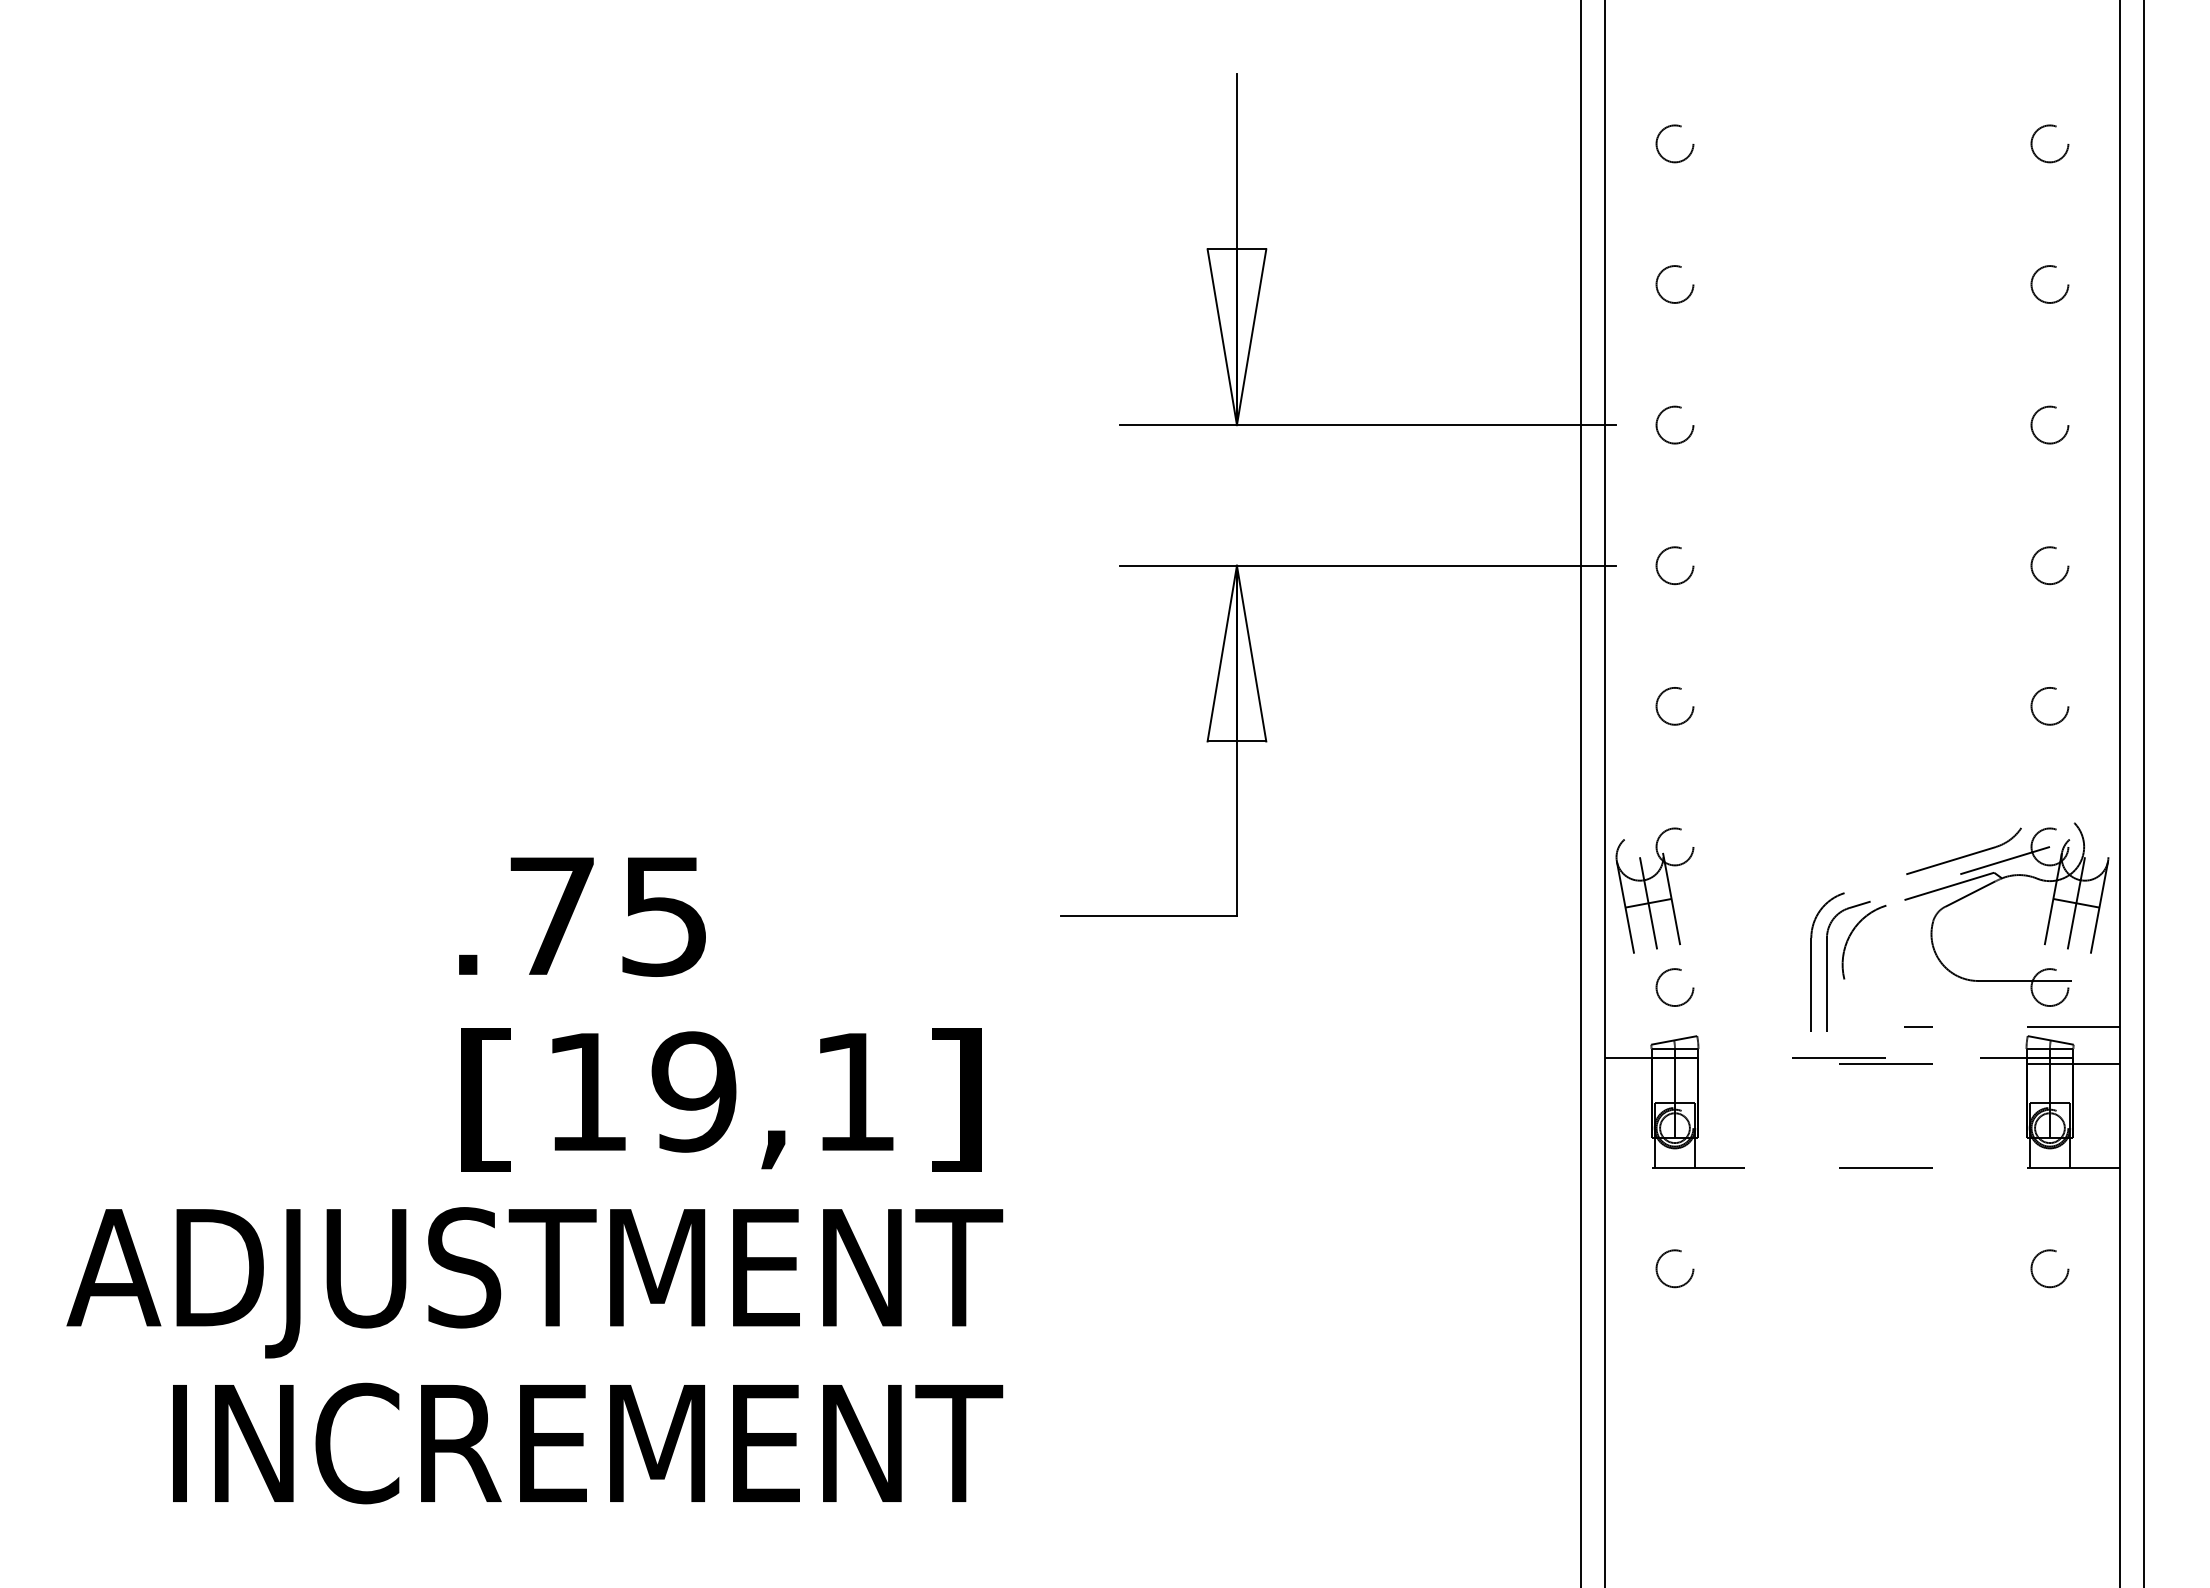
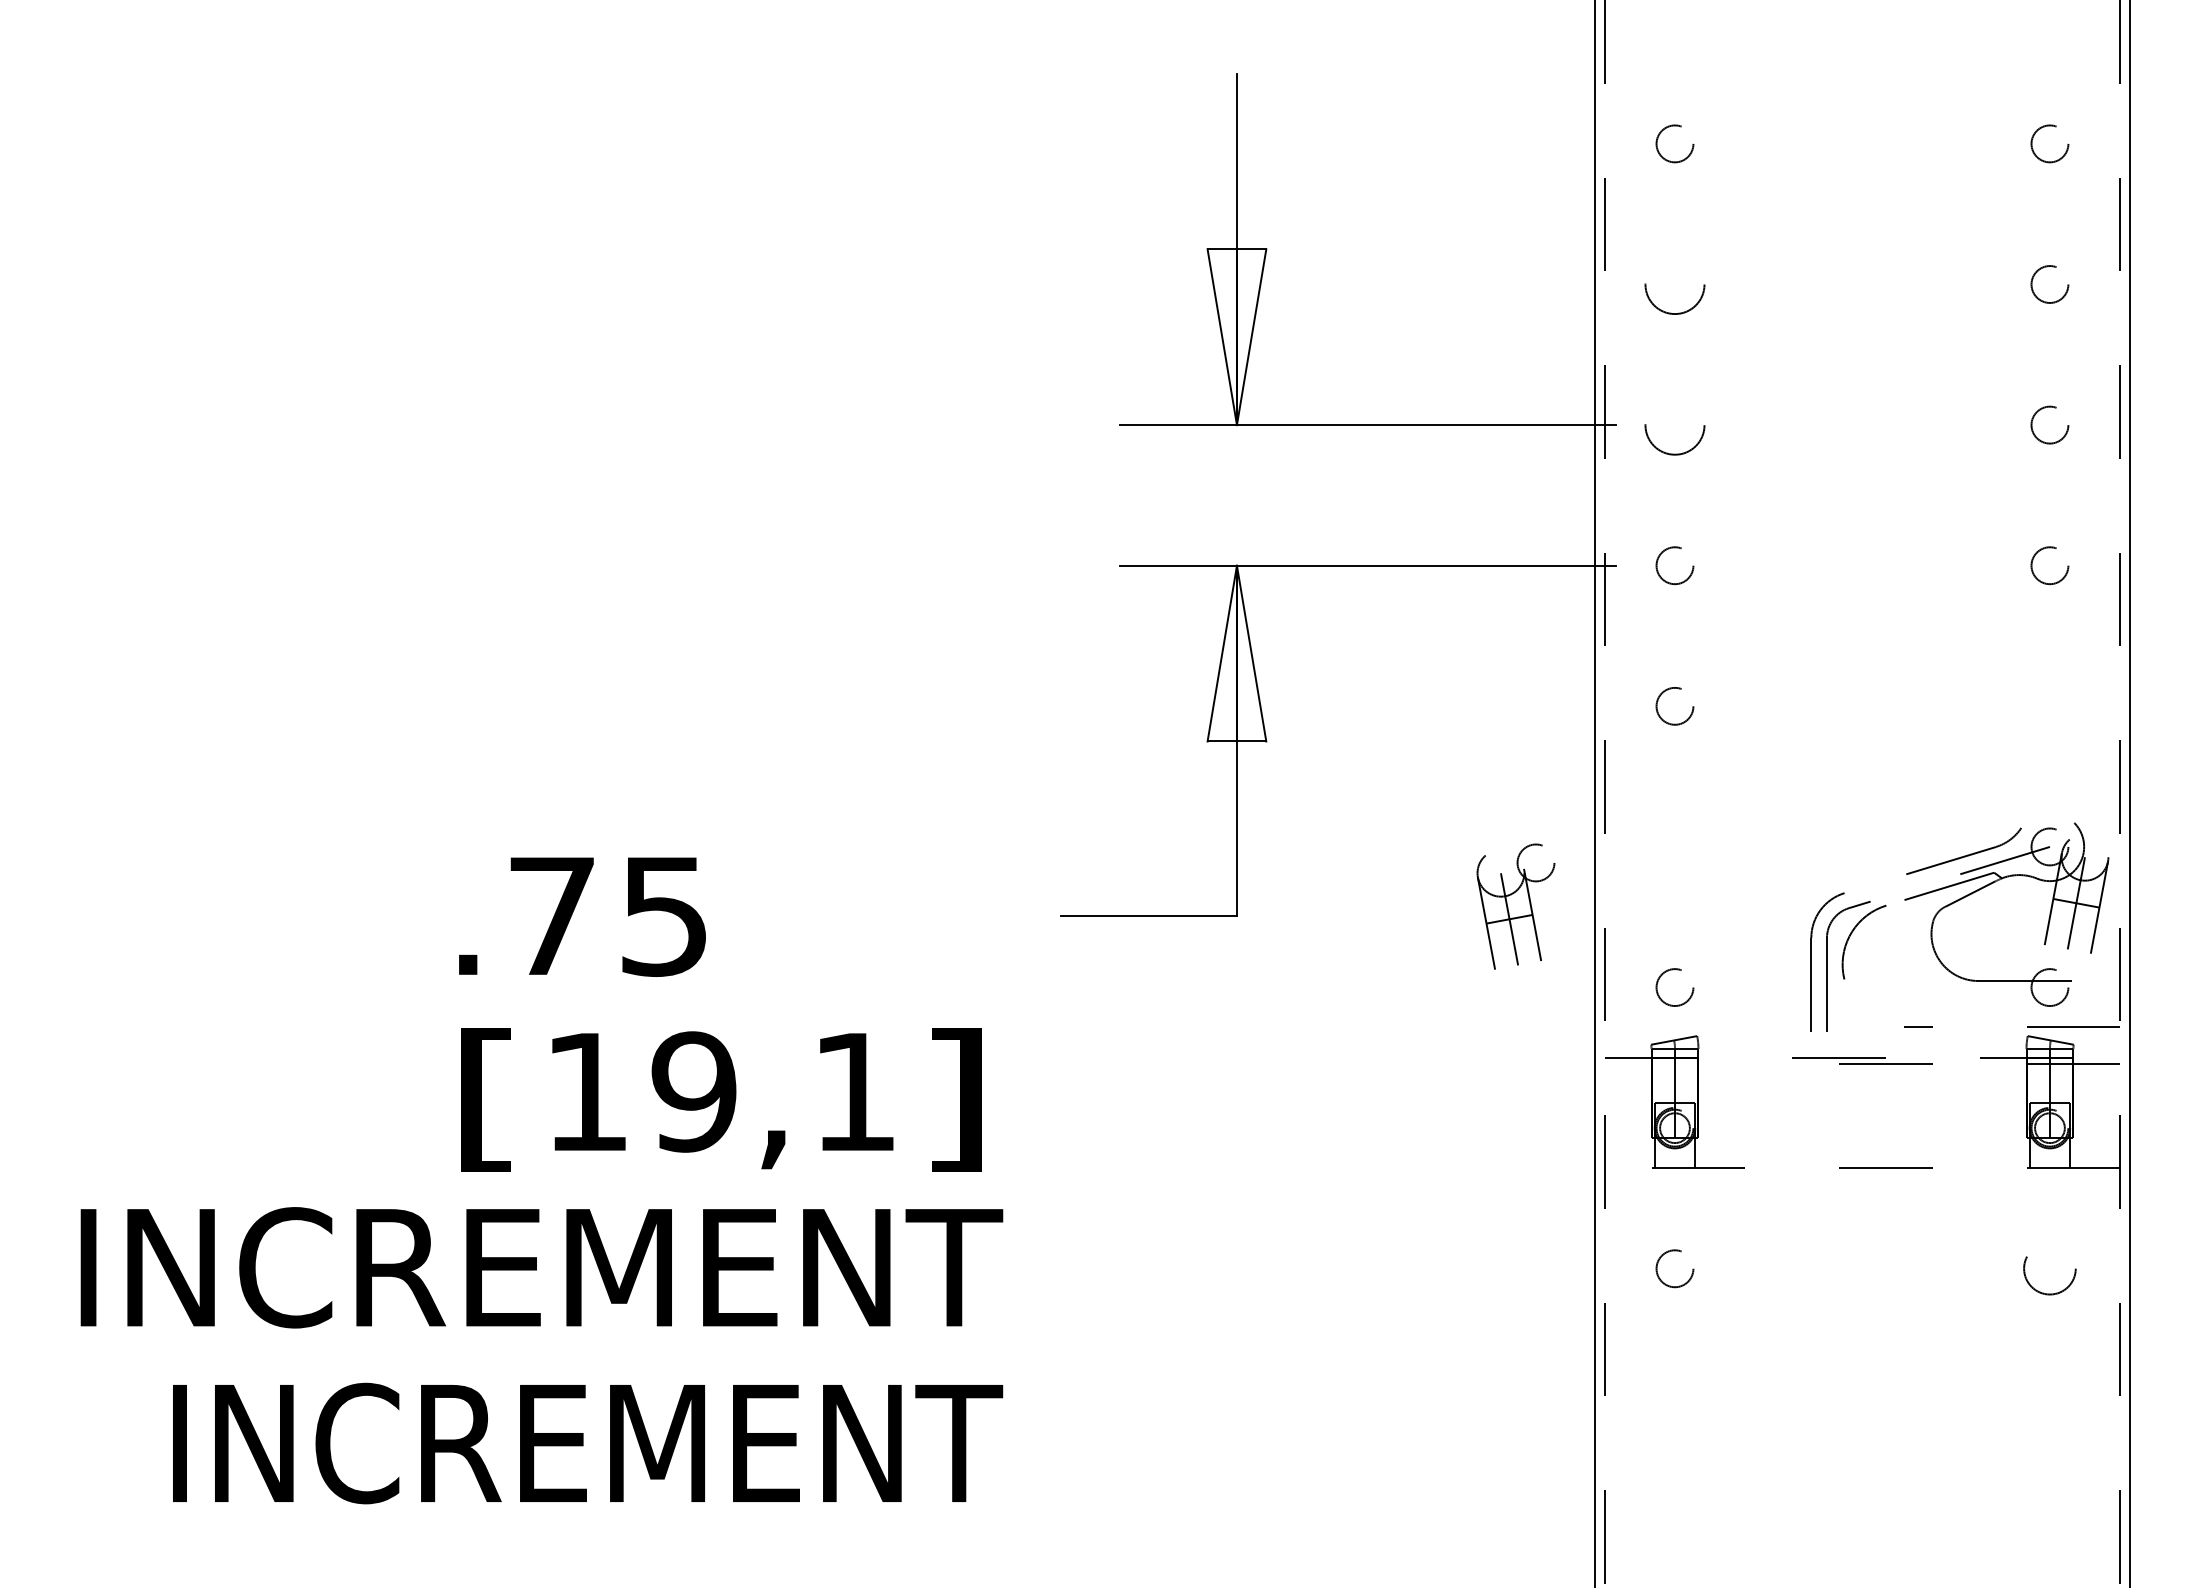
circle at (1674, 284) size: 40x39 px -> 62x32 px
circle at (1674, 424) size: 40x40 px -> 62x32 px
circle at (2049, 706): present -> none
line at (1581, 793) position: (1581, 793) -> (1595, 793)
line at (1604, 793): solid -> dashed
line at (2120, 793): solid -> dashed
line at (2143, 793) position: (2143, 793) -> (2129, 793)
part at (1654, 890) position: (1654, 890) -> (1515, 906)
circle at (2049, 1268) size: 40x40 px -> 54x40 px
text at (516, 1282): ADJUSTMENT -> INCREMENT
